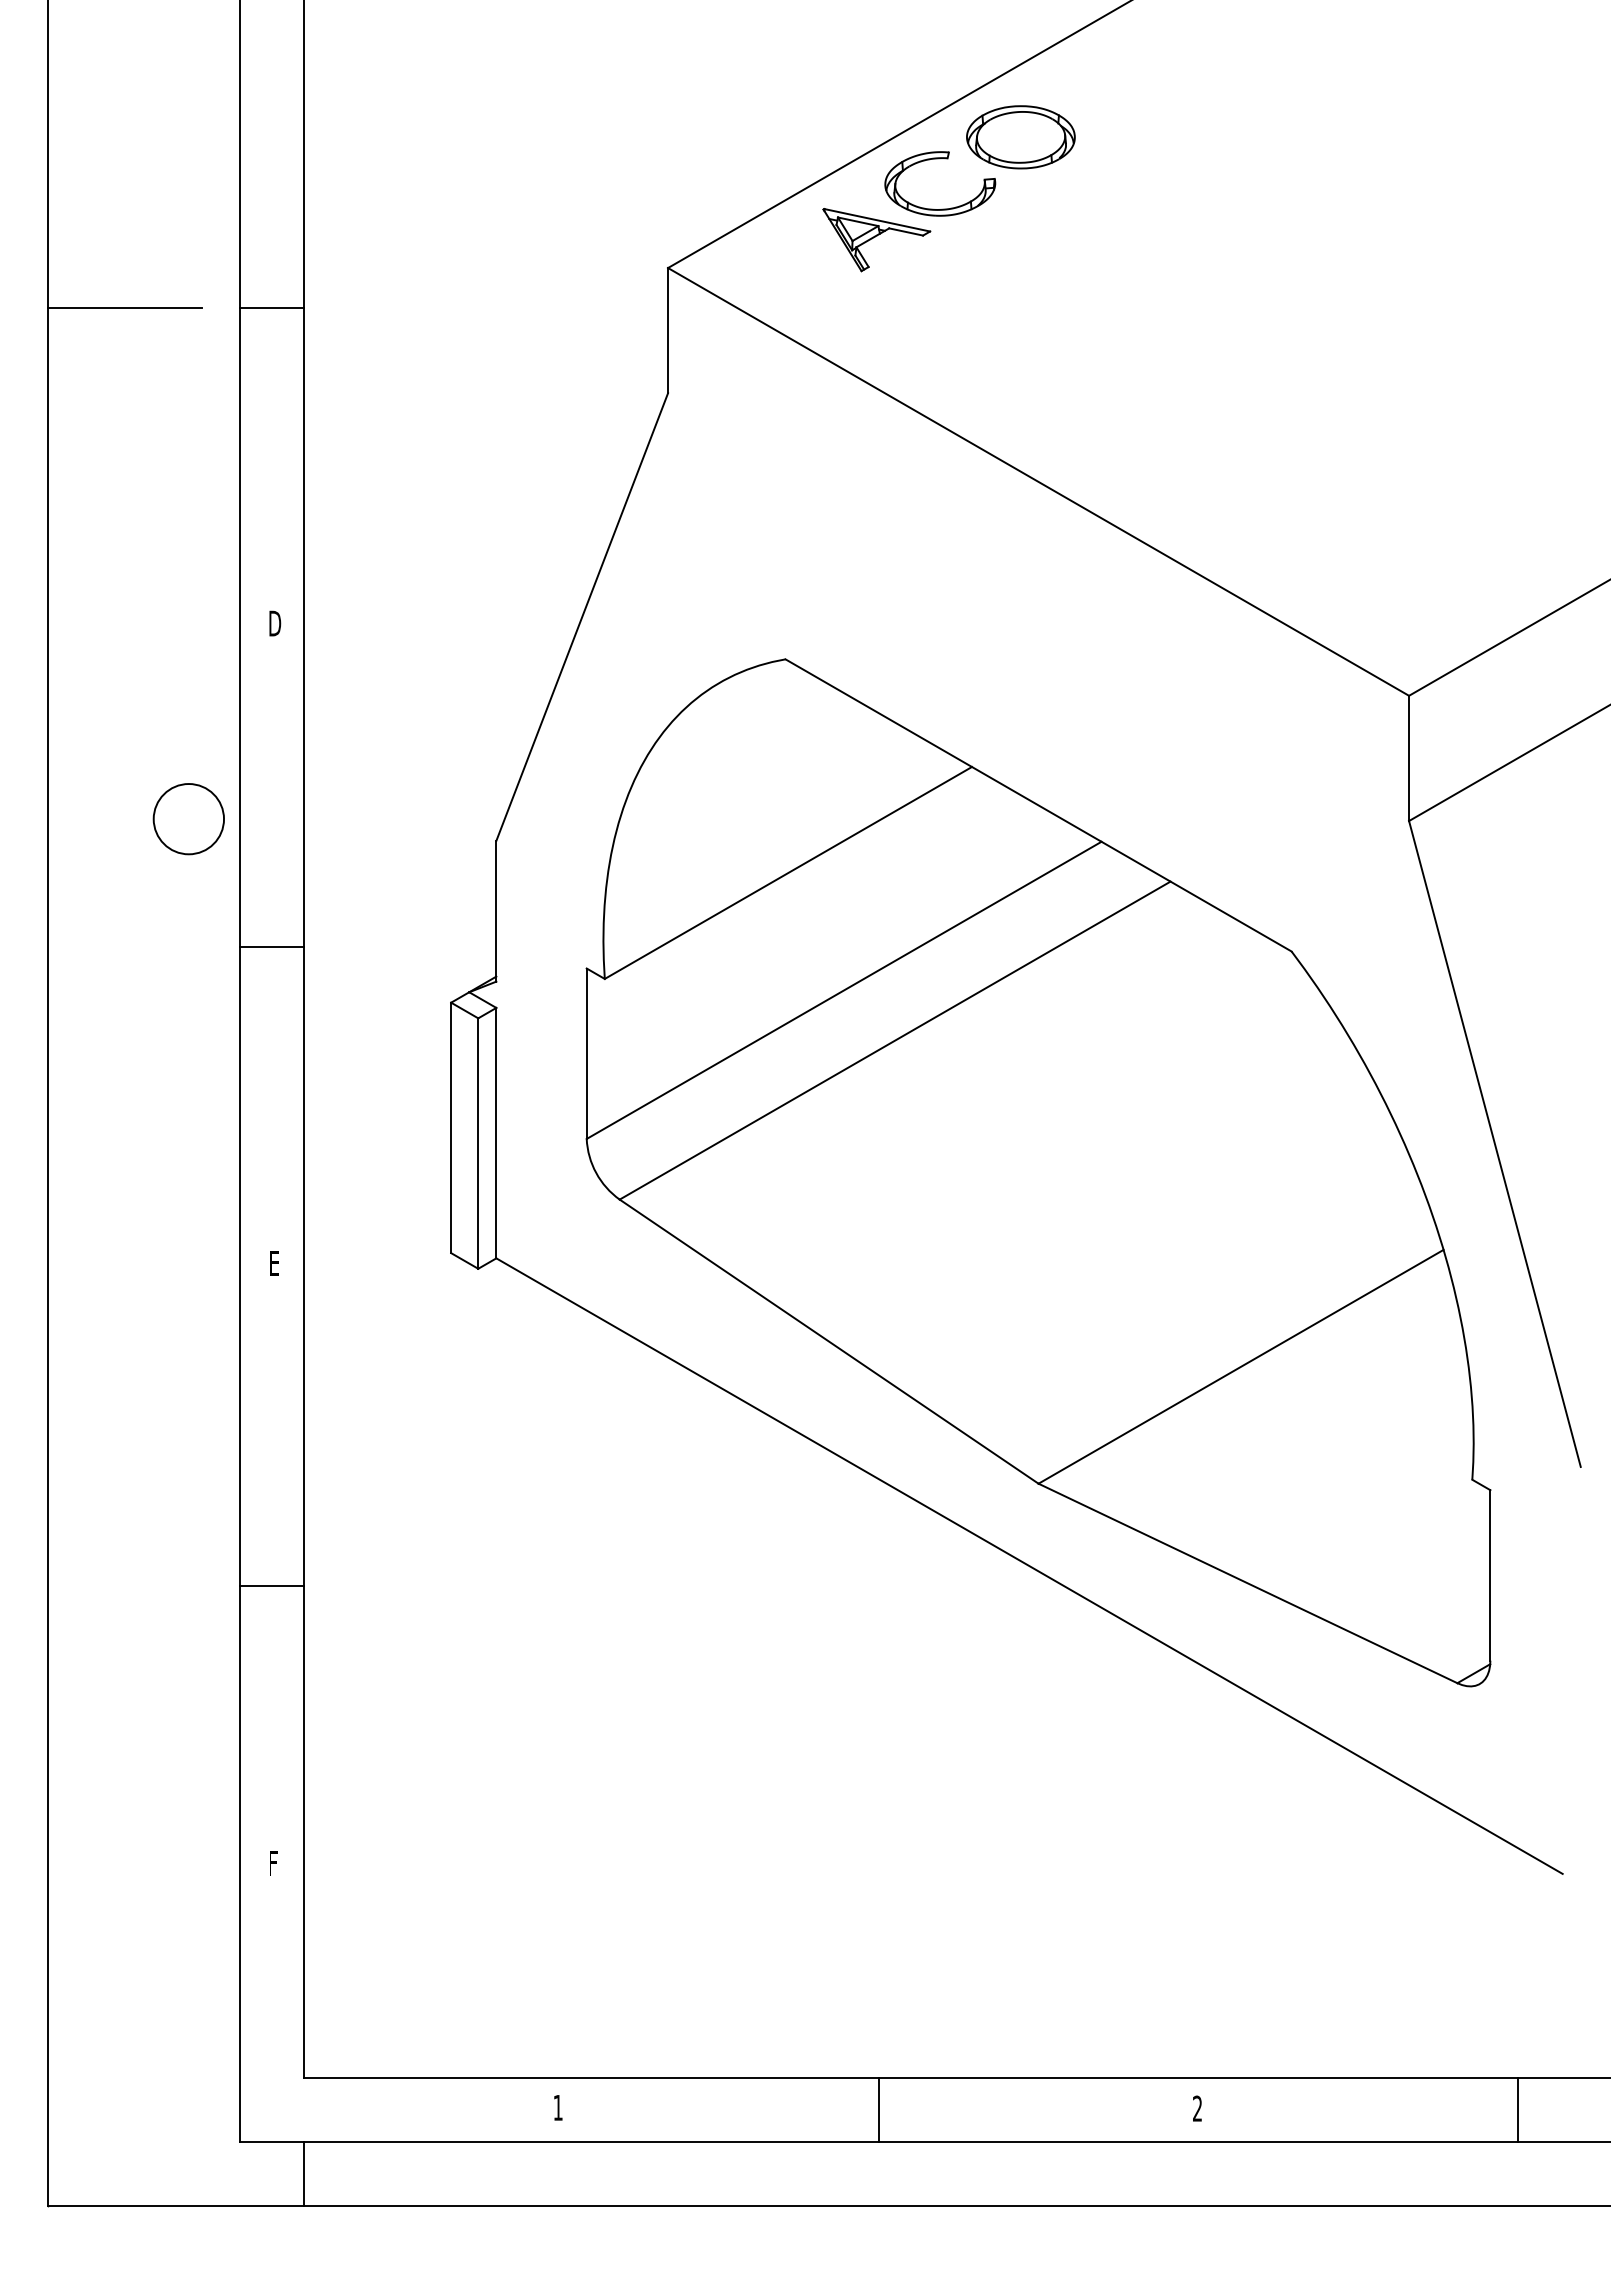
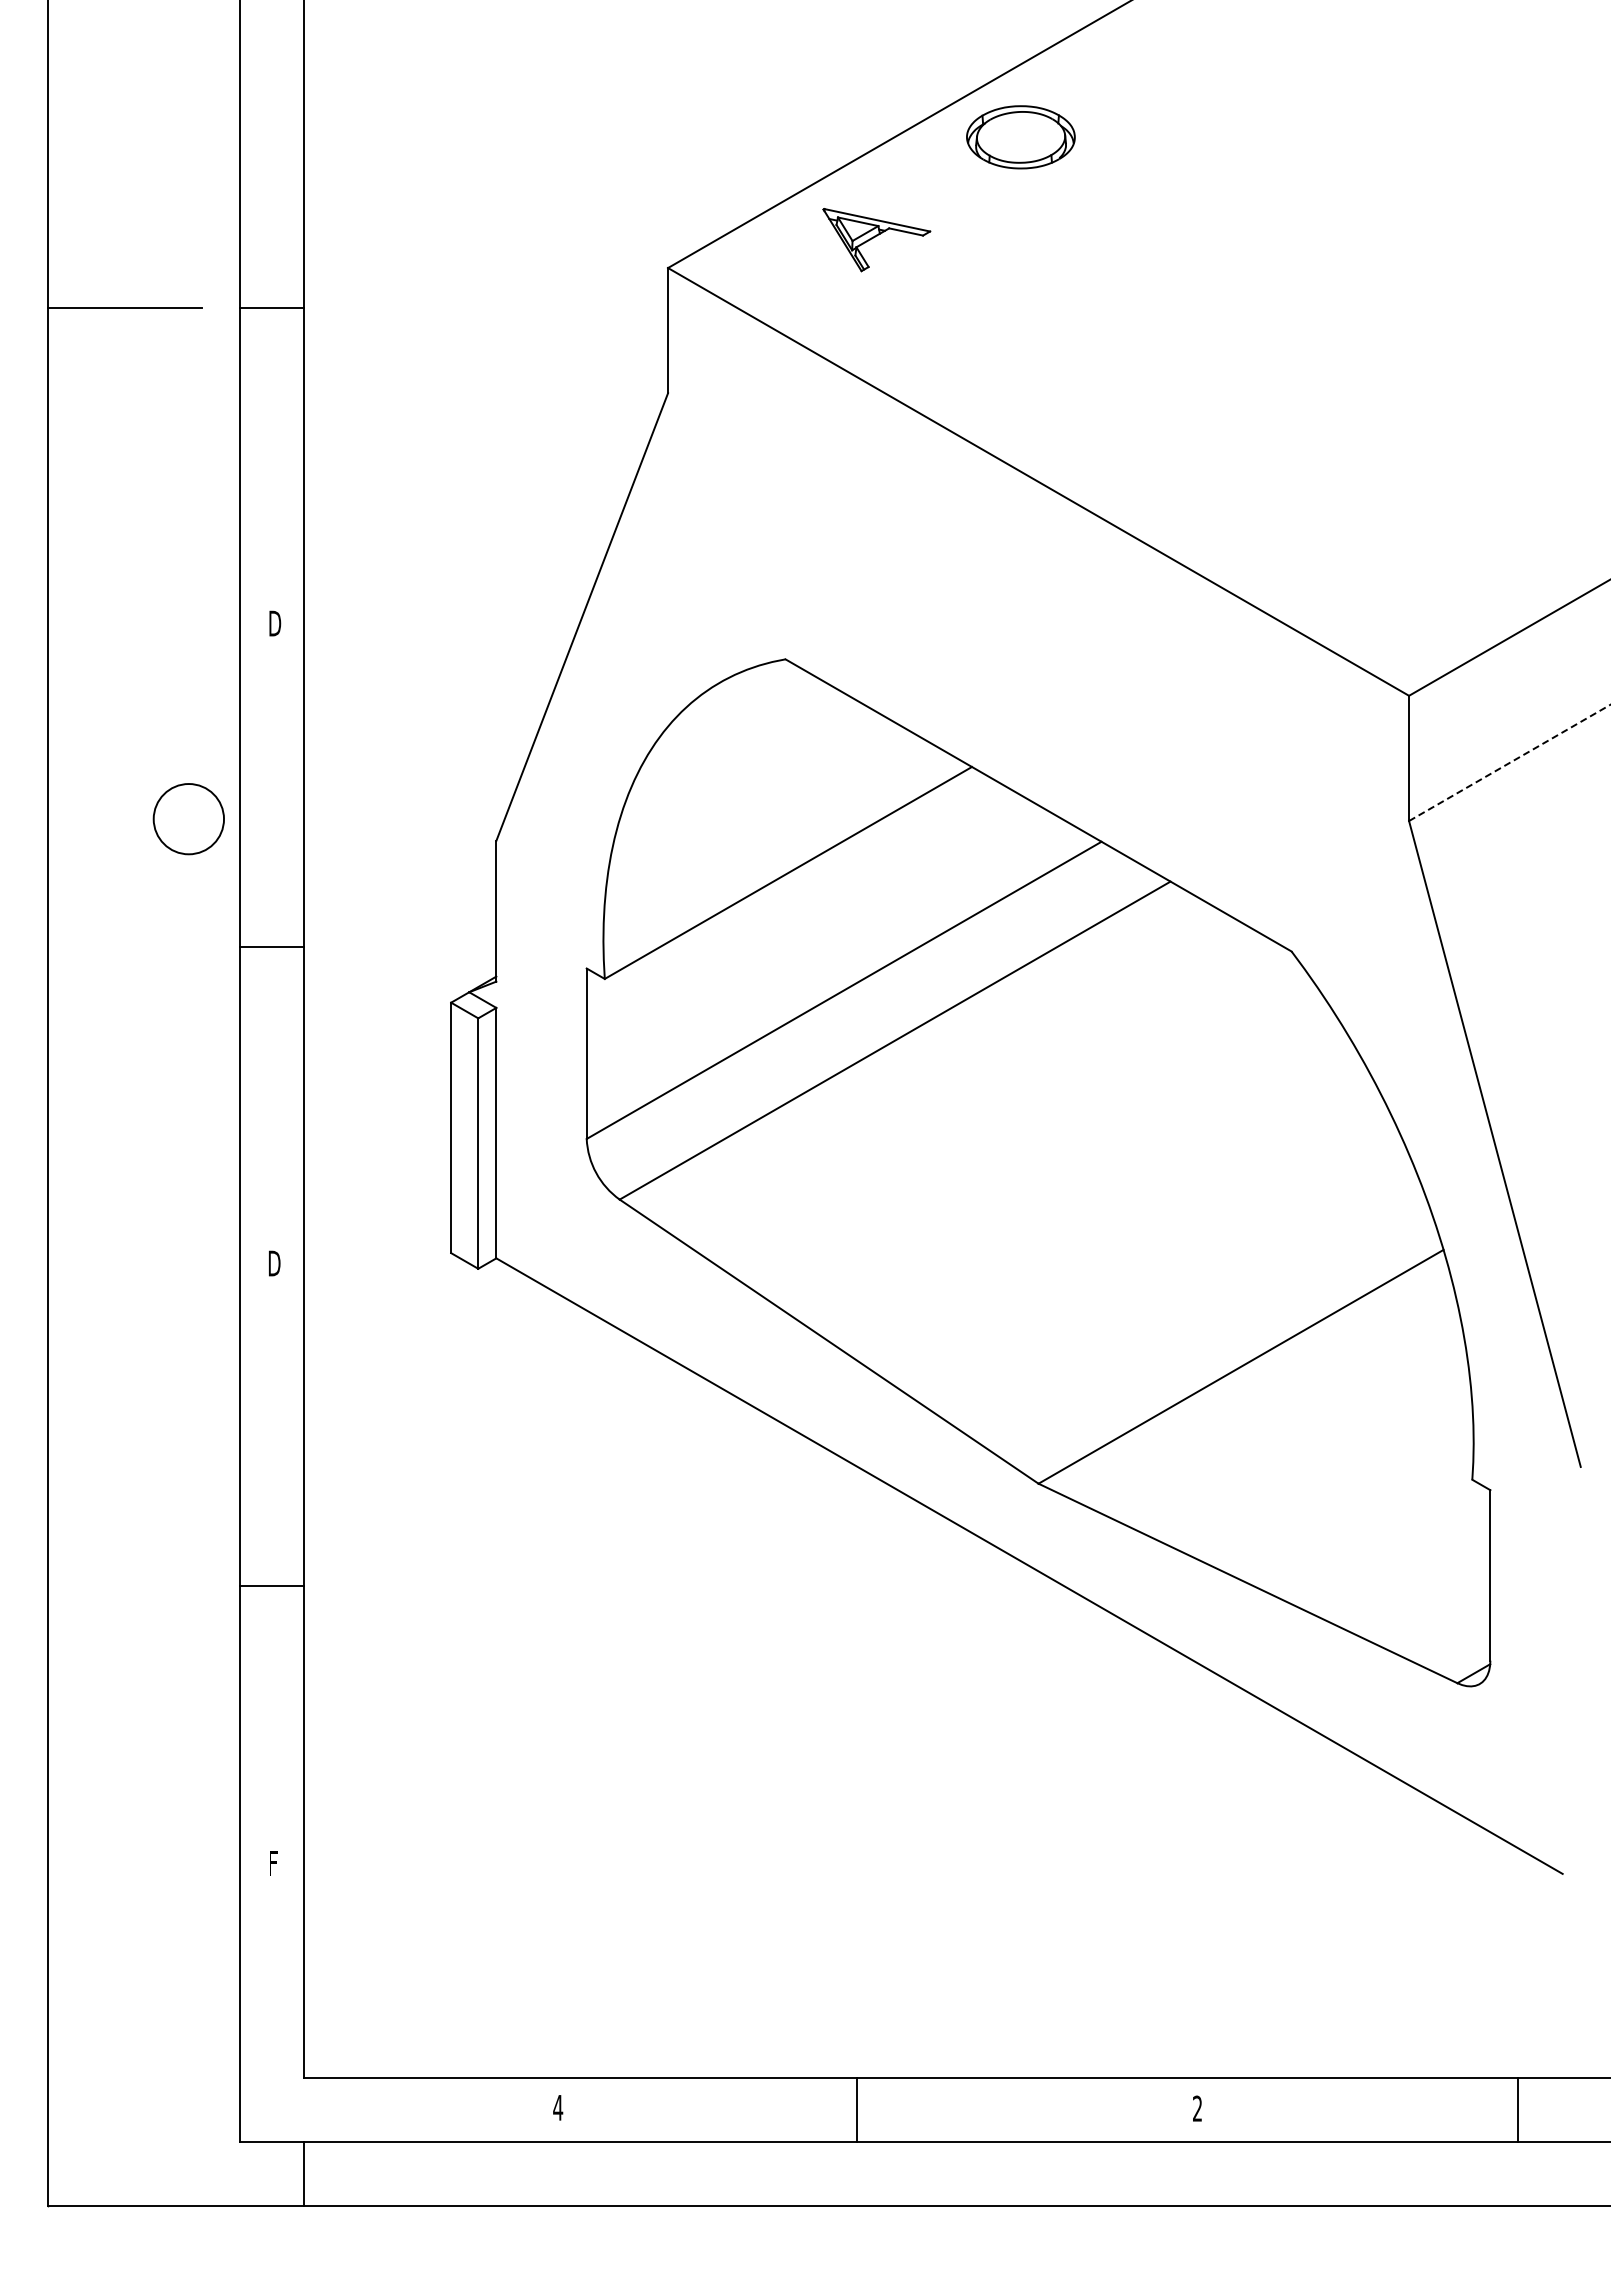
part at (940, 159): present -> none
line at (1510, 762): solid -> dashed
text at (274, 1263): E -> D
text at (558, 2107): 1 -> 4
line at (878, 2109) position: (878, 2109) -> (856, 2109)
